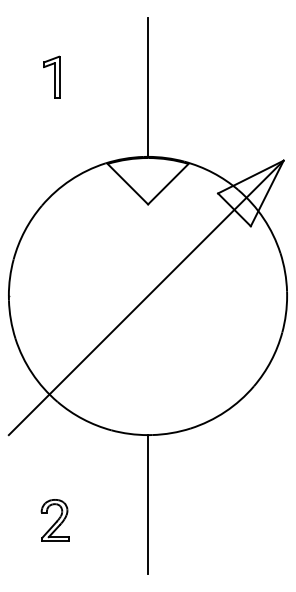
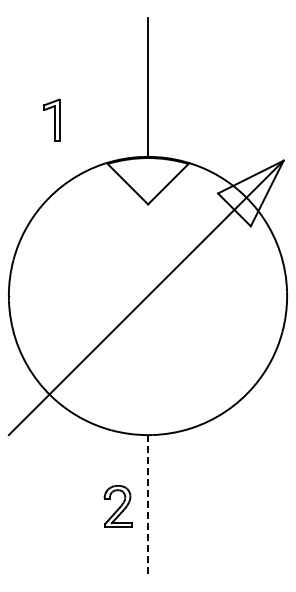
part at (51, 76) position: (51, 76) -> (51, 119)
line at (147, 504): solid -> dashed
part at (54, 520) position: (54, 520) -> (117, 506)
